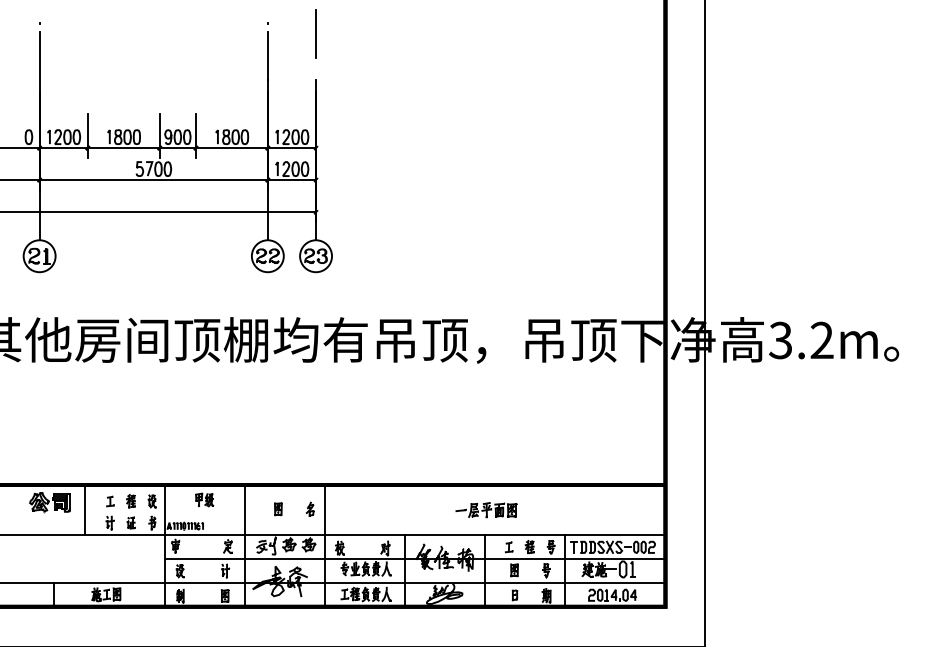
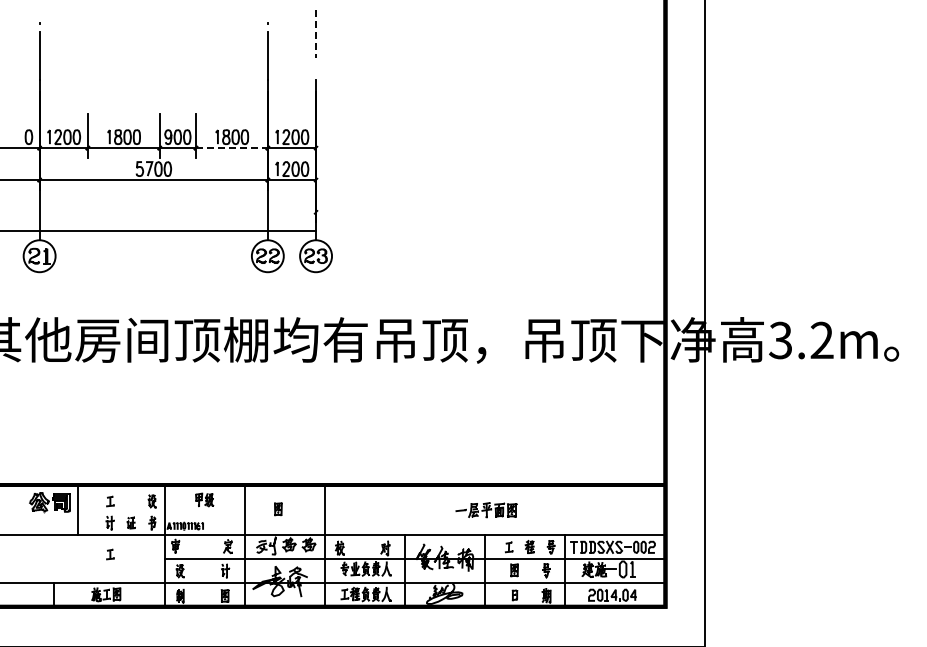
line at (316, 34): solid -> dashed
line at (231, 148): solid -> dashed
line at (159, 212) position: (159, 212) -> (159, 231)
part at (130, 501): present -> none
part at (309, 508): present -> none
line at (85, 510) position: (85, 510) -> (78, 510)
part at (110, 554): none -> present
